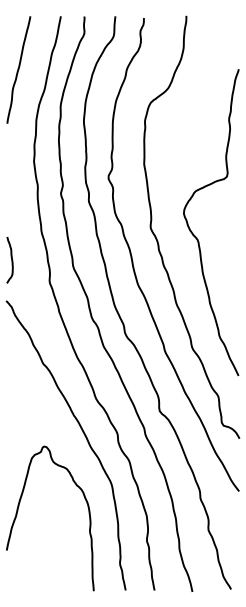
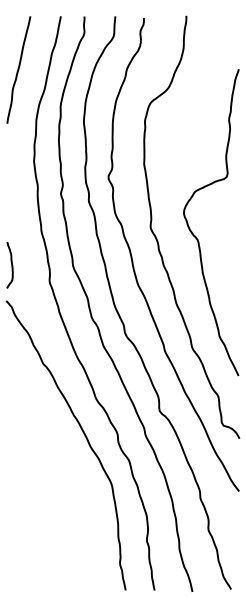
curve at (11, 260) position: (11, 260) -> (11, 265)
curve at (18, 511): present -> none
